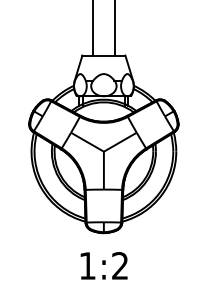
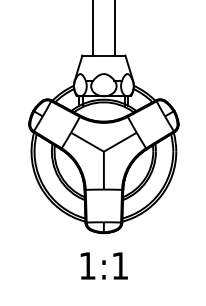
text at (119, 265): 1:2 -> 1:1
